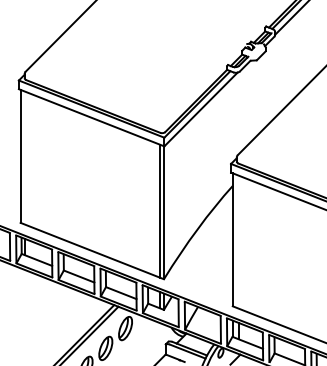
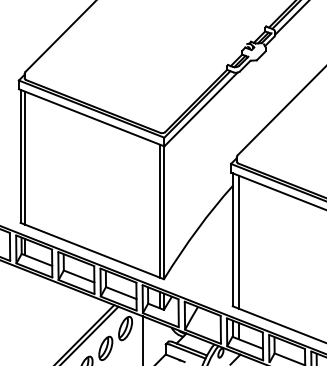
line at (24, 157): none -> present
line at (239, 241): none -> present
line at (142, 339): none -> present
